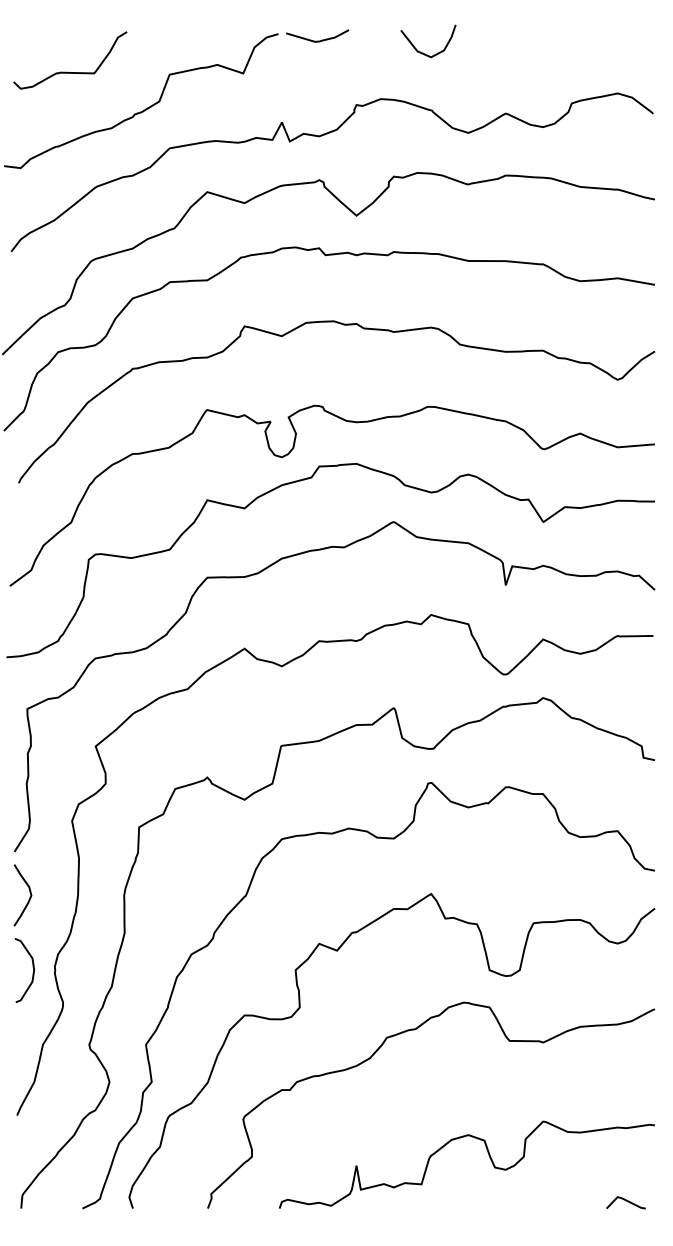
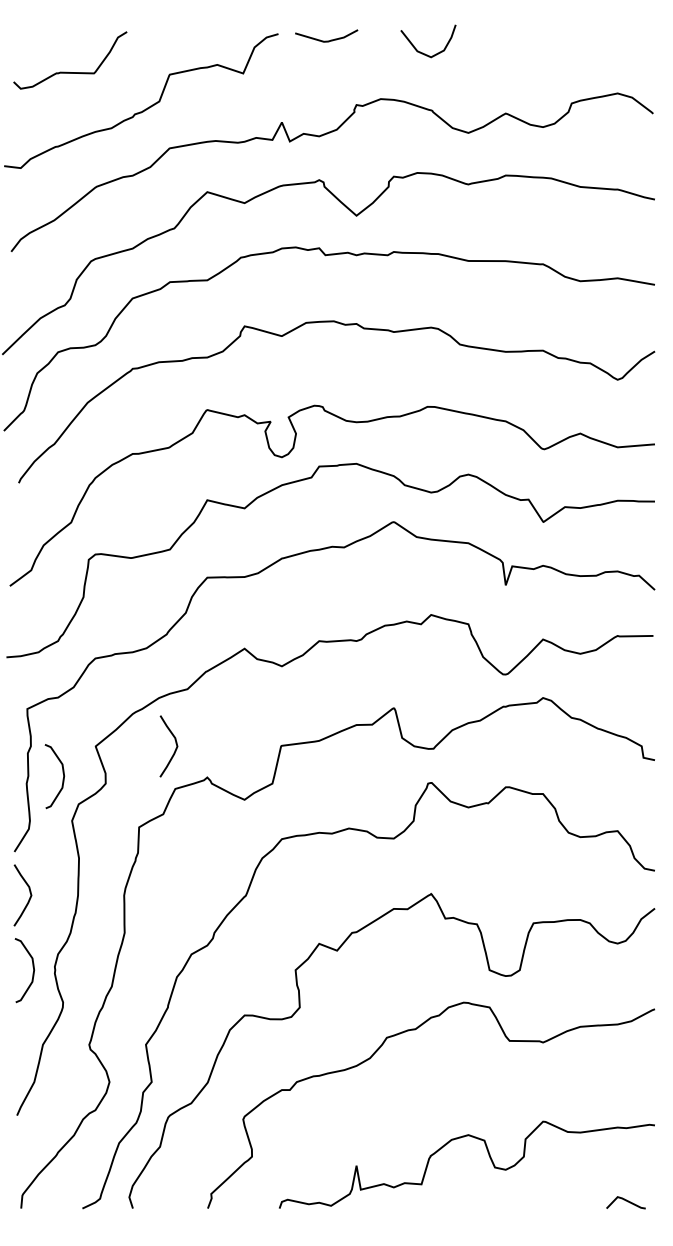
curve at (317, 40) position: (317, 40) -> (326, 40)
curve at (174, 750): none -> present
curve at (62, 773): none -> present
